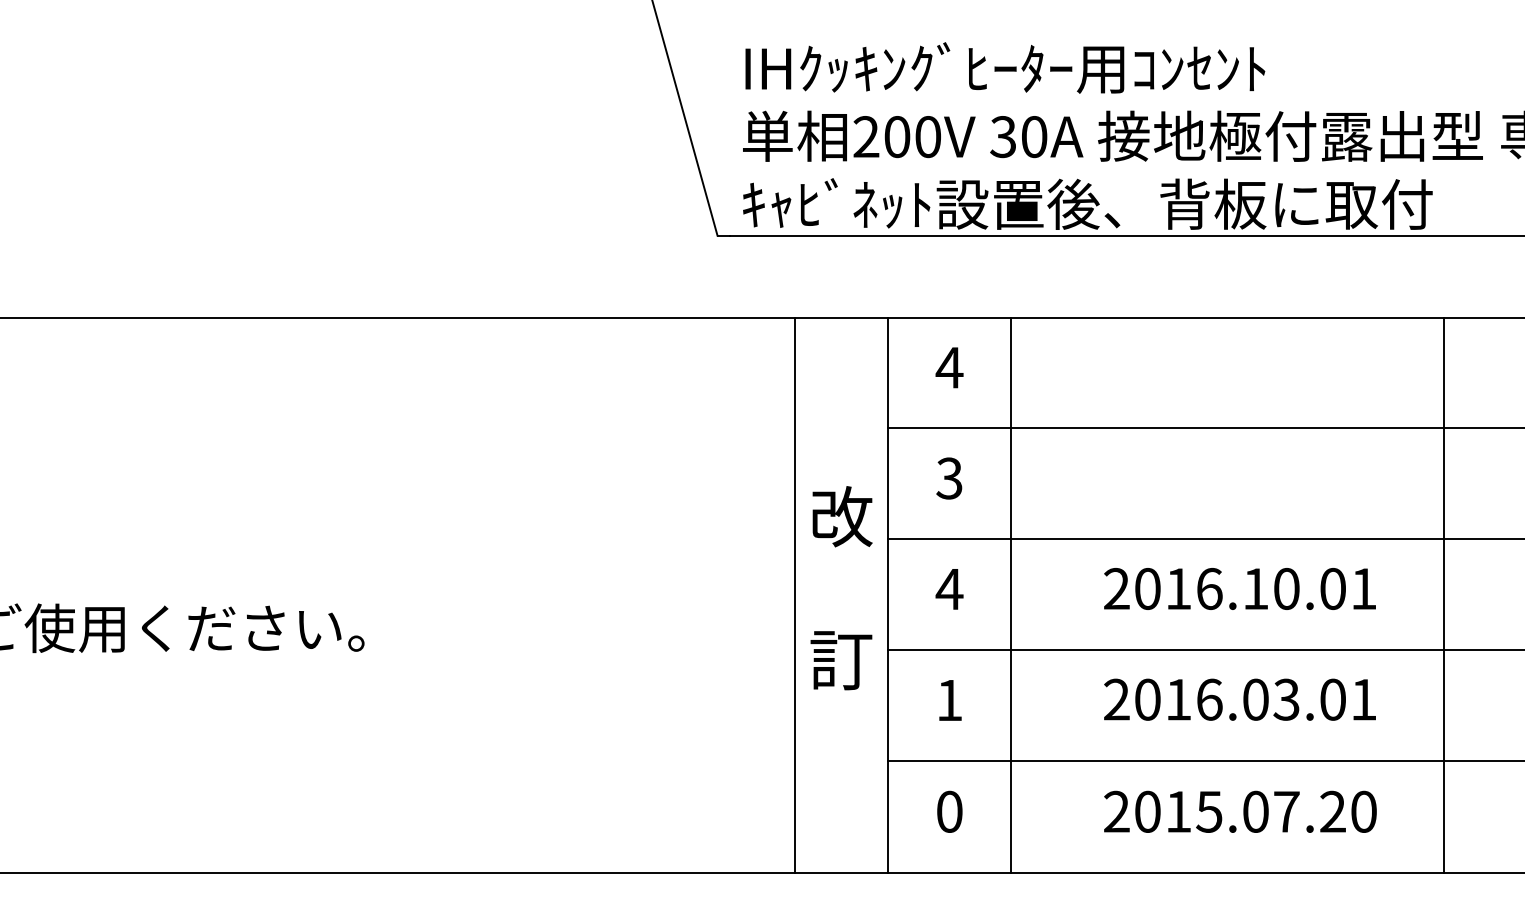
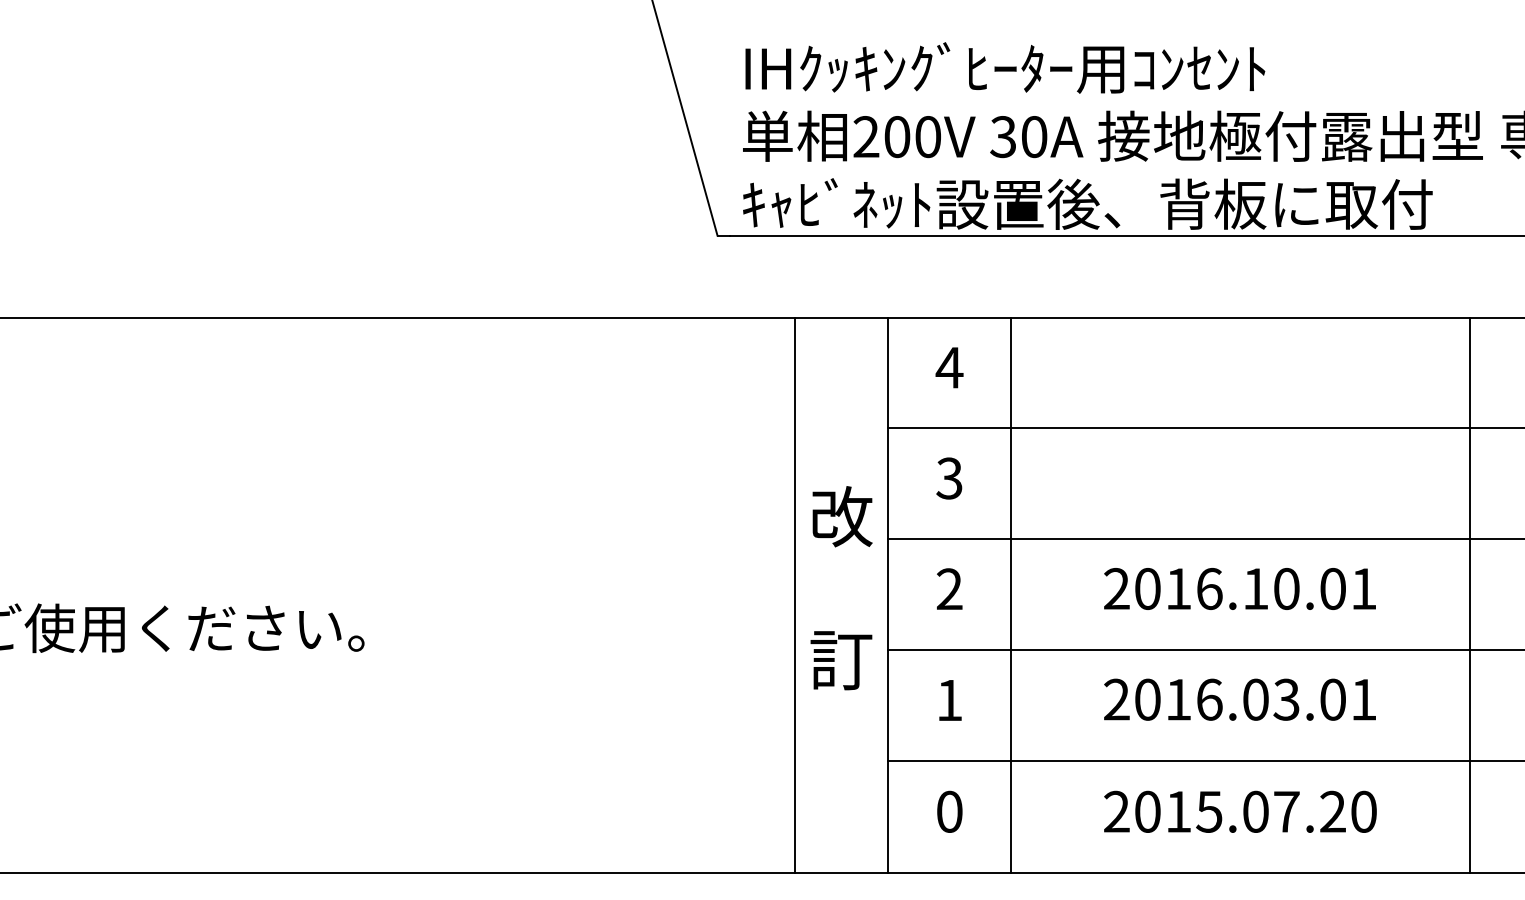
text at (949, 588): 4 -> 2
line at (1443, 594) position: (1443, 594) -> (1469, 594)
